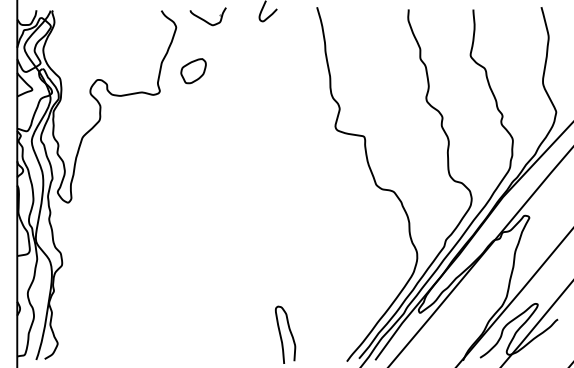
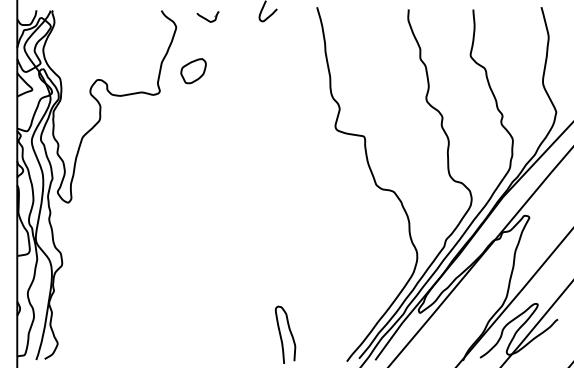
part at (207, 16) size: 38x20 px -> 24x12 px
